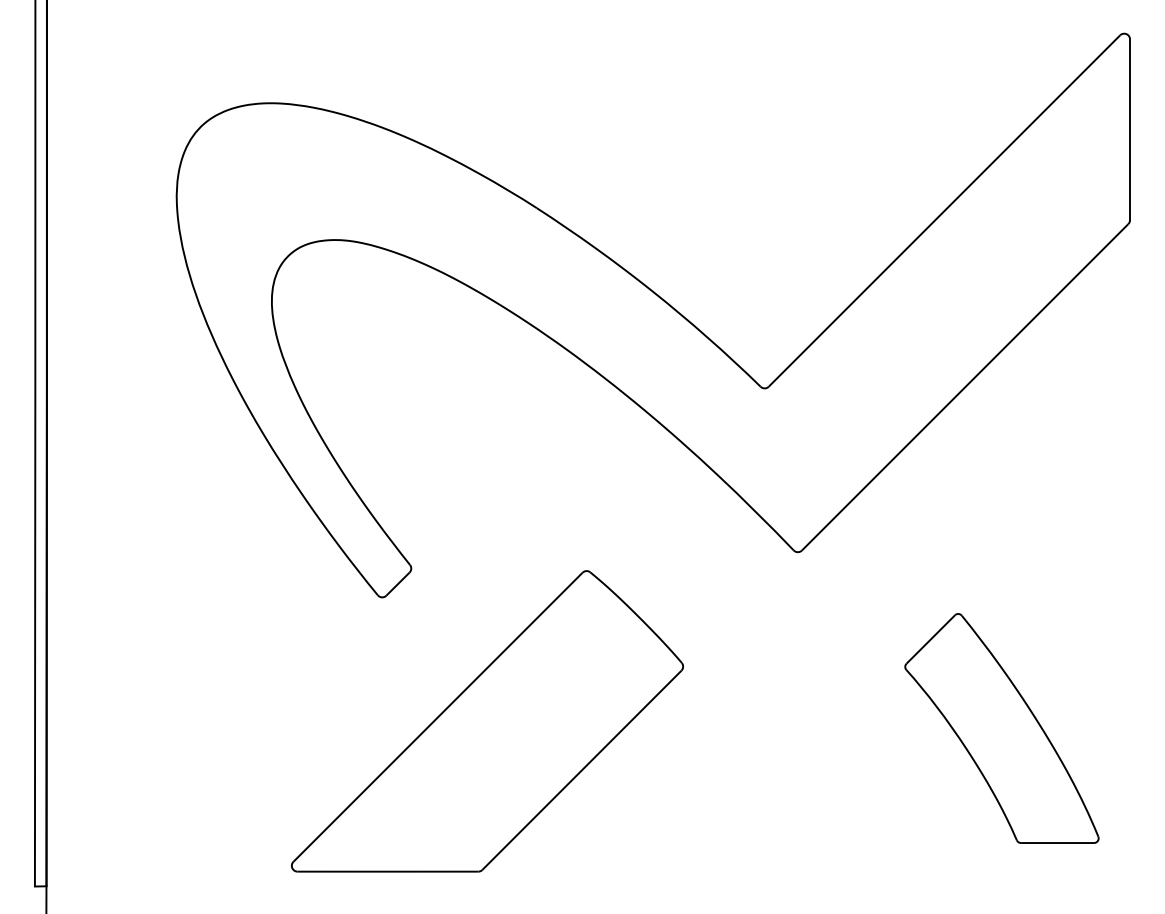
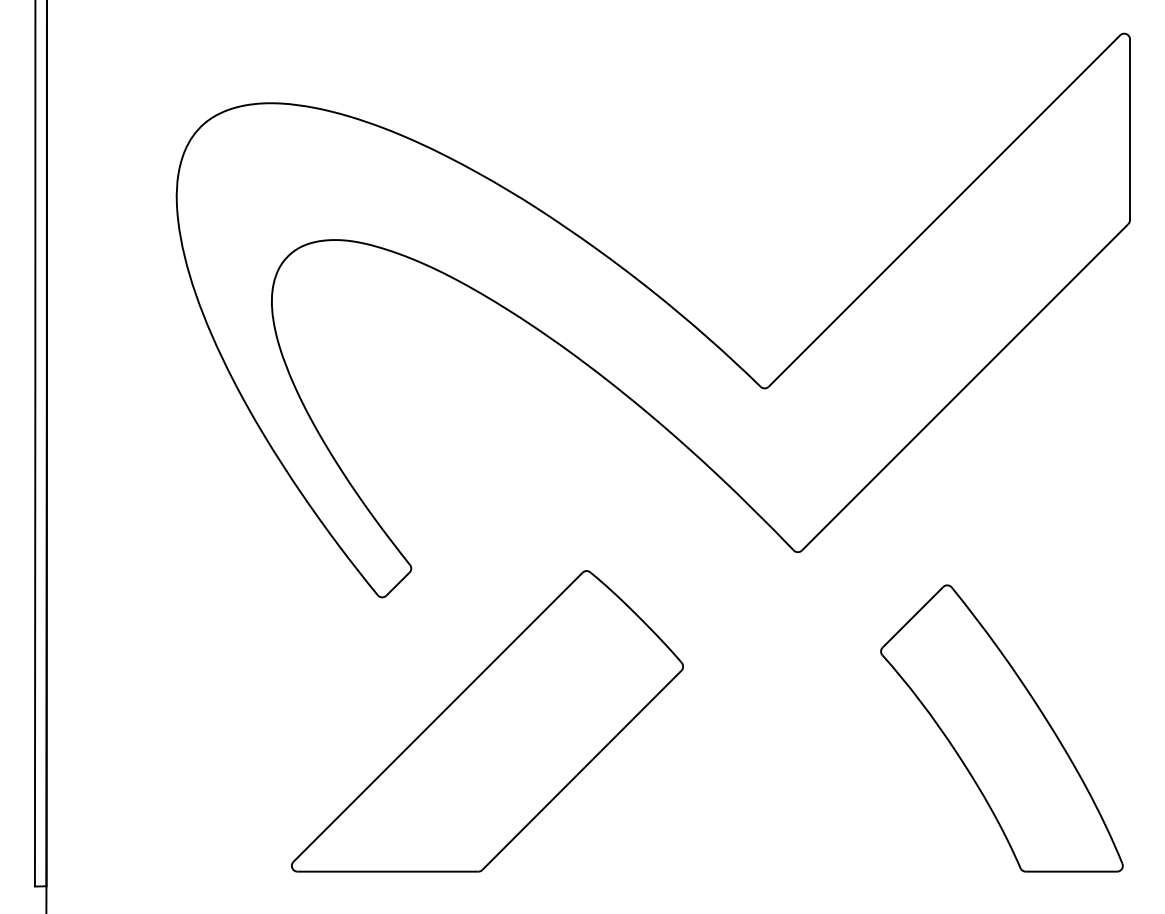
part at (1001, 728) size: 196x231 px -> 244x289 px
